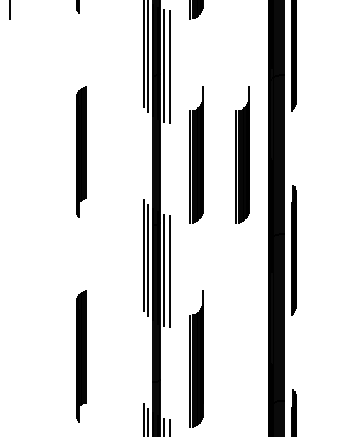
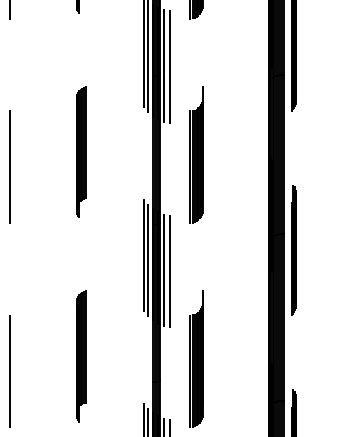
part at (242, 154): present -> none
line at (9, 166): none -> present
line at (10, 371): none -> present
